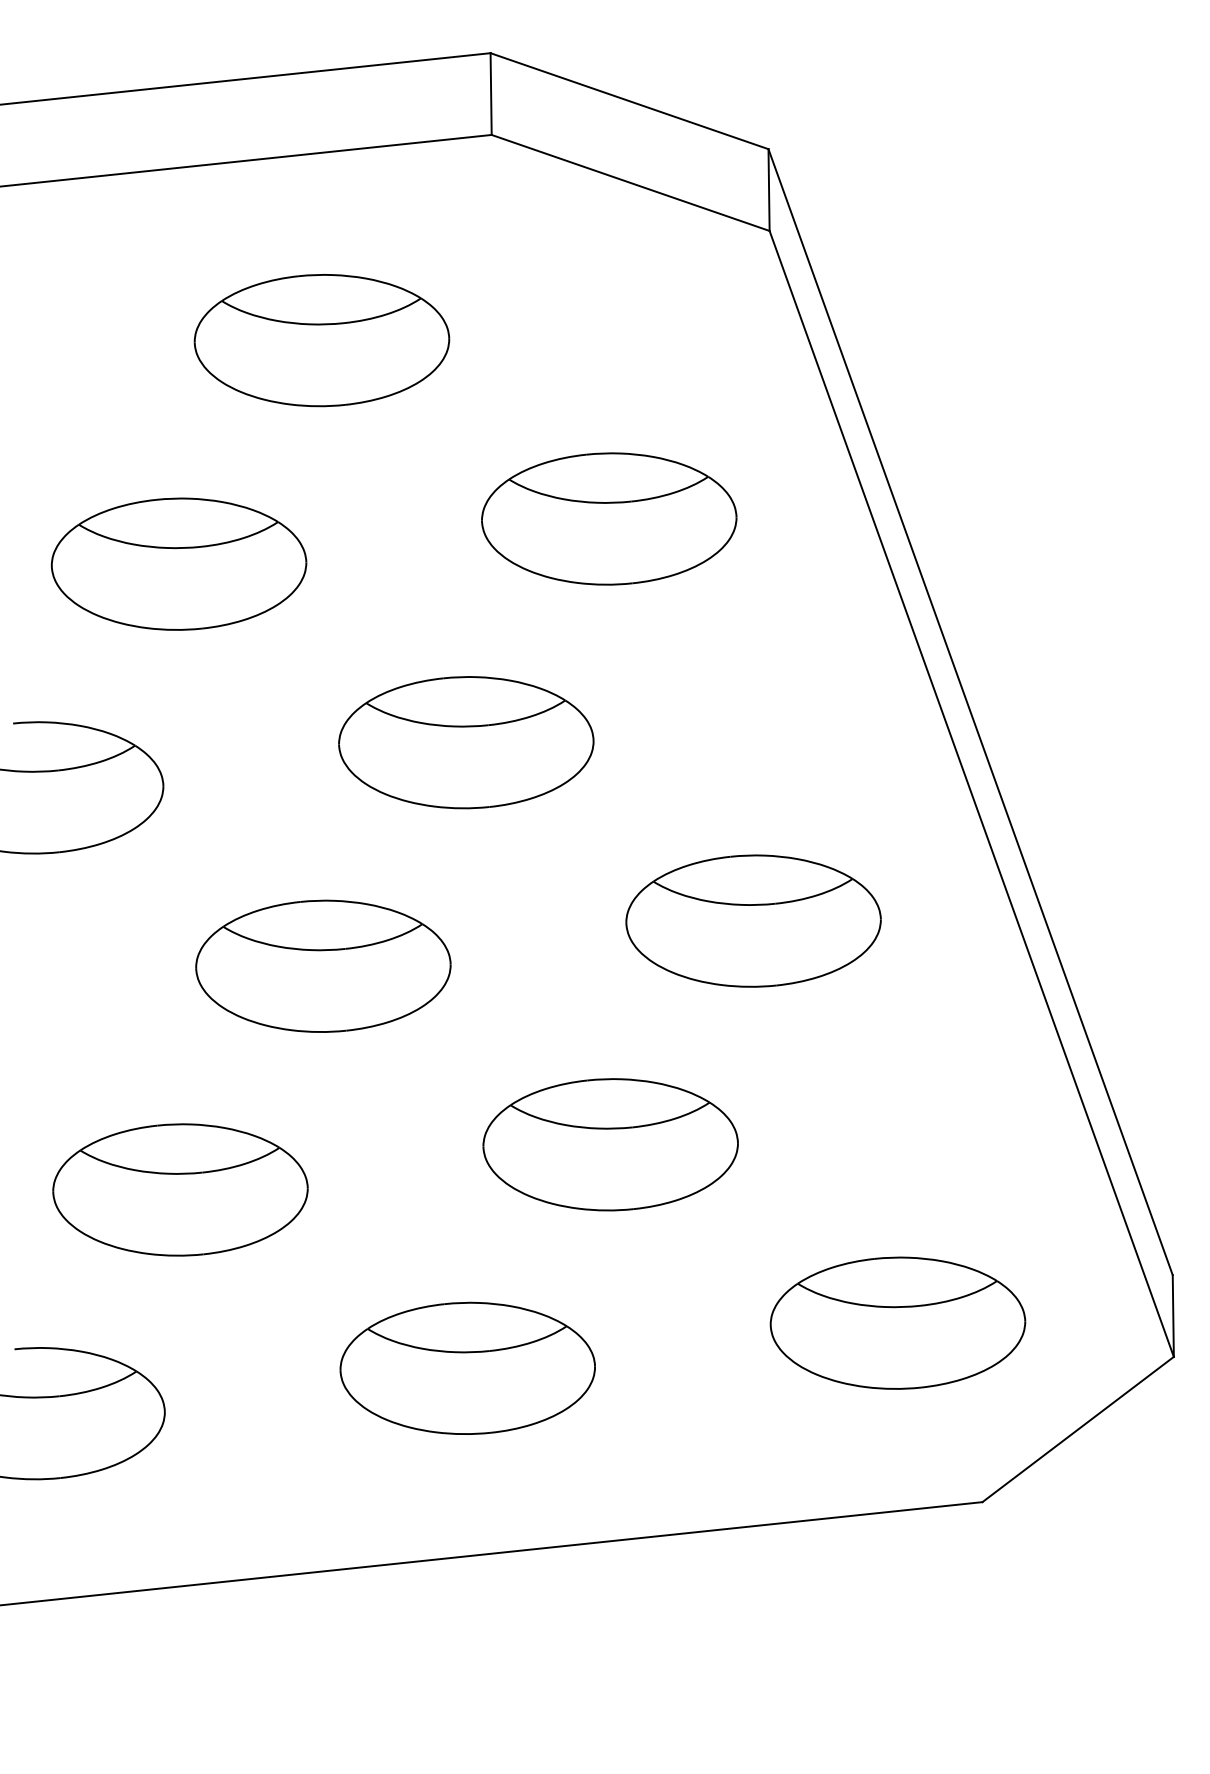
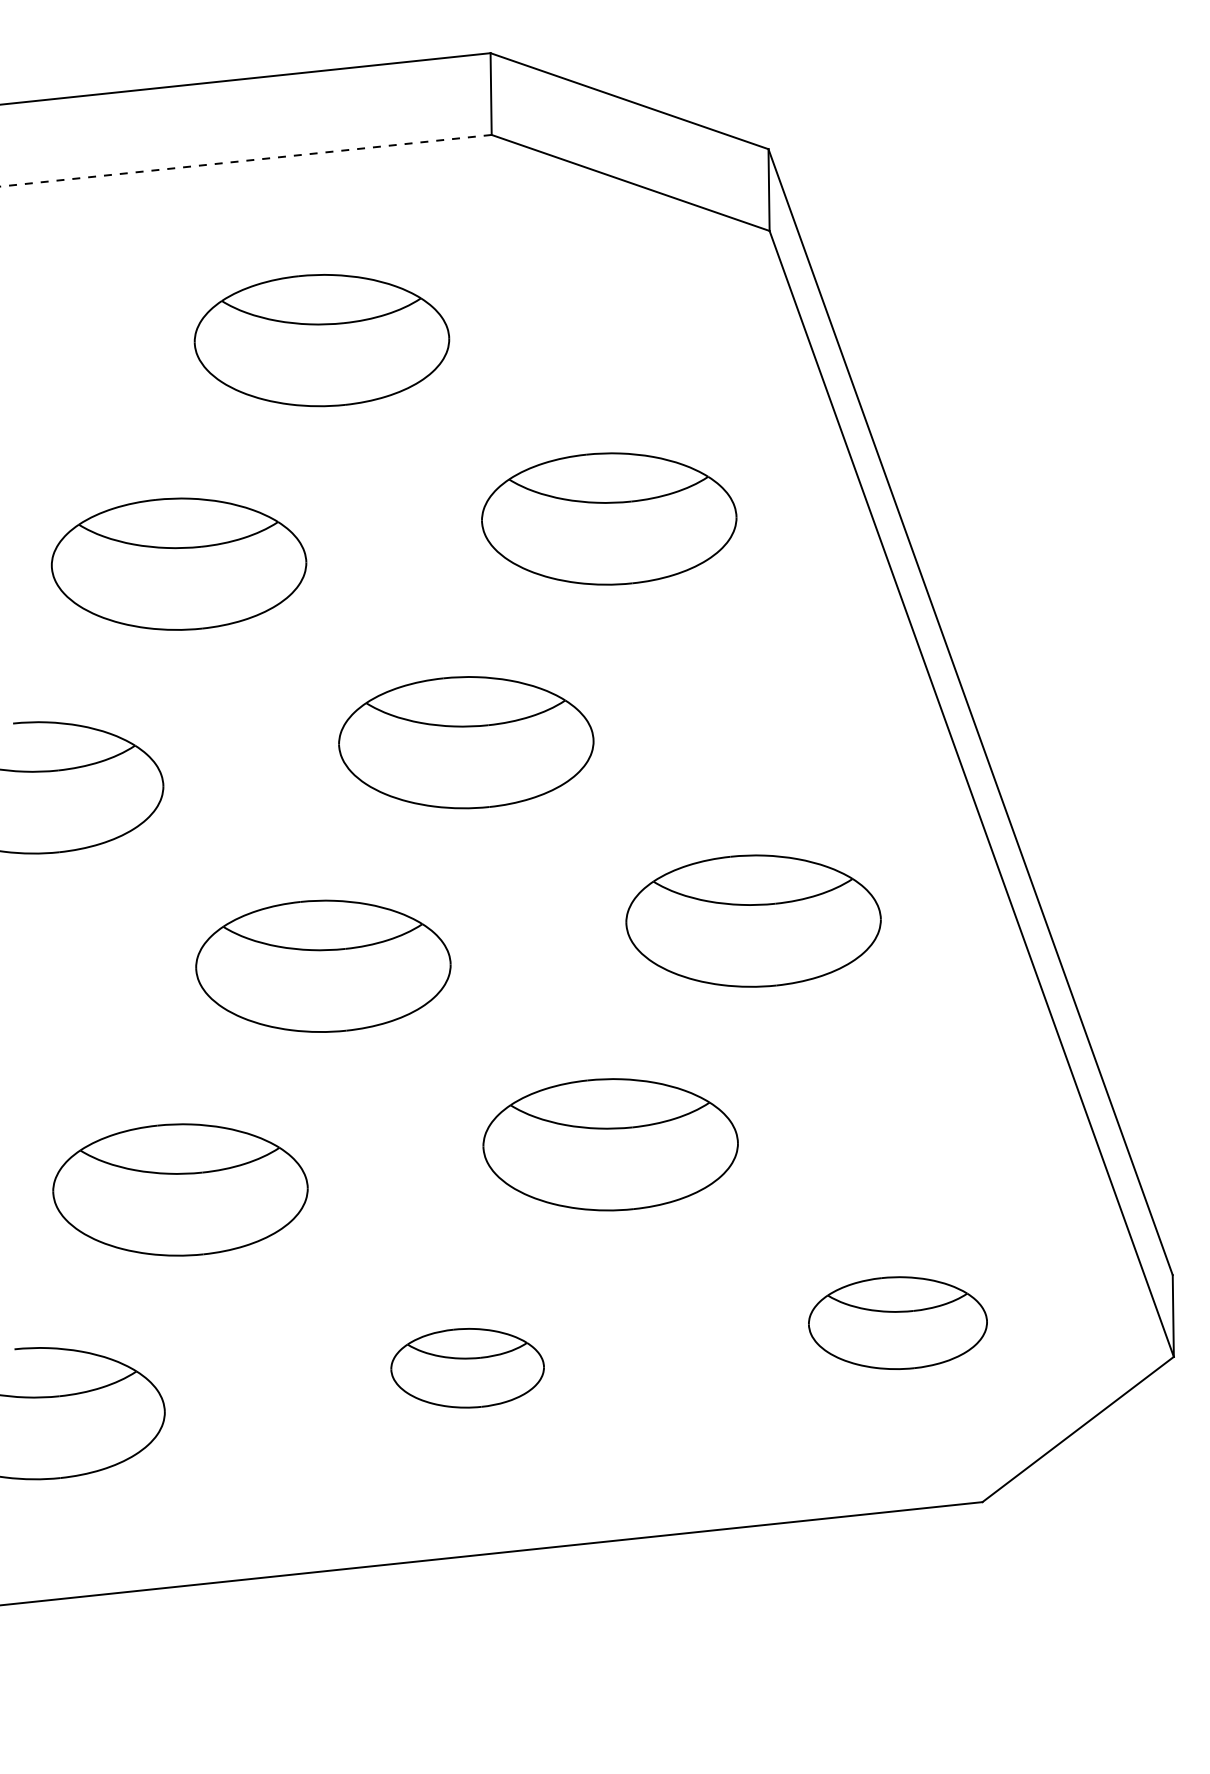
line at (246, 160): solid -> dashed
part at (897, 1322) size: 258x134 px -> 180x94 px
part at (467, 1367) size: 257x134 px -> 155x81 px
